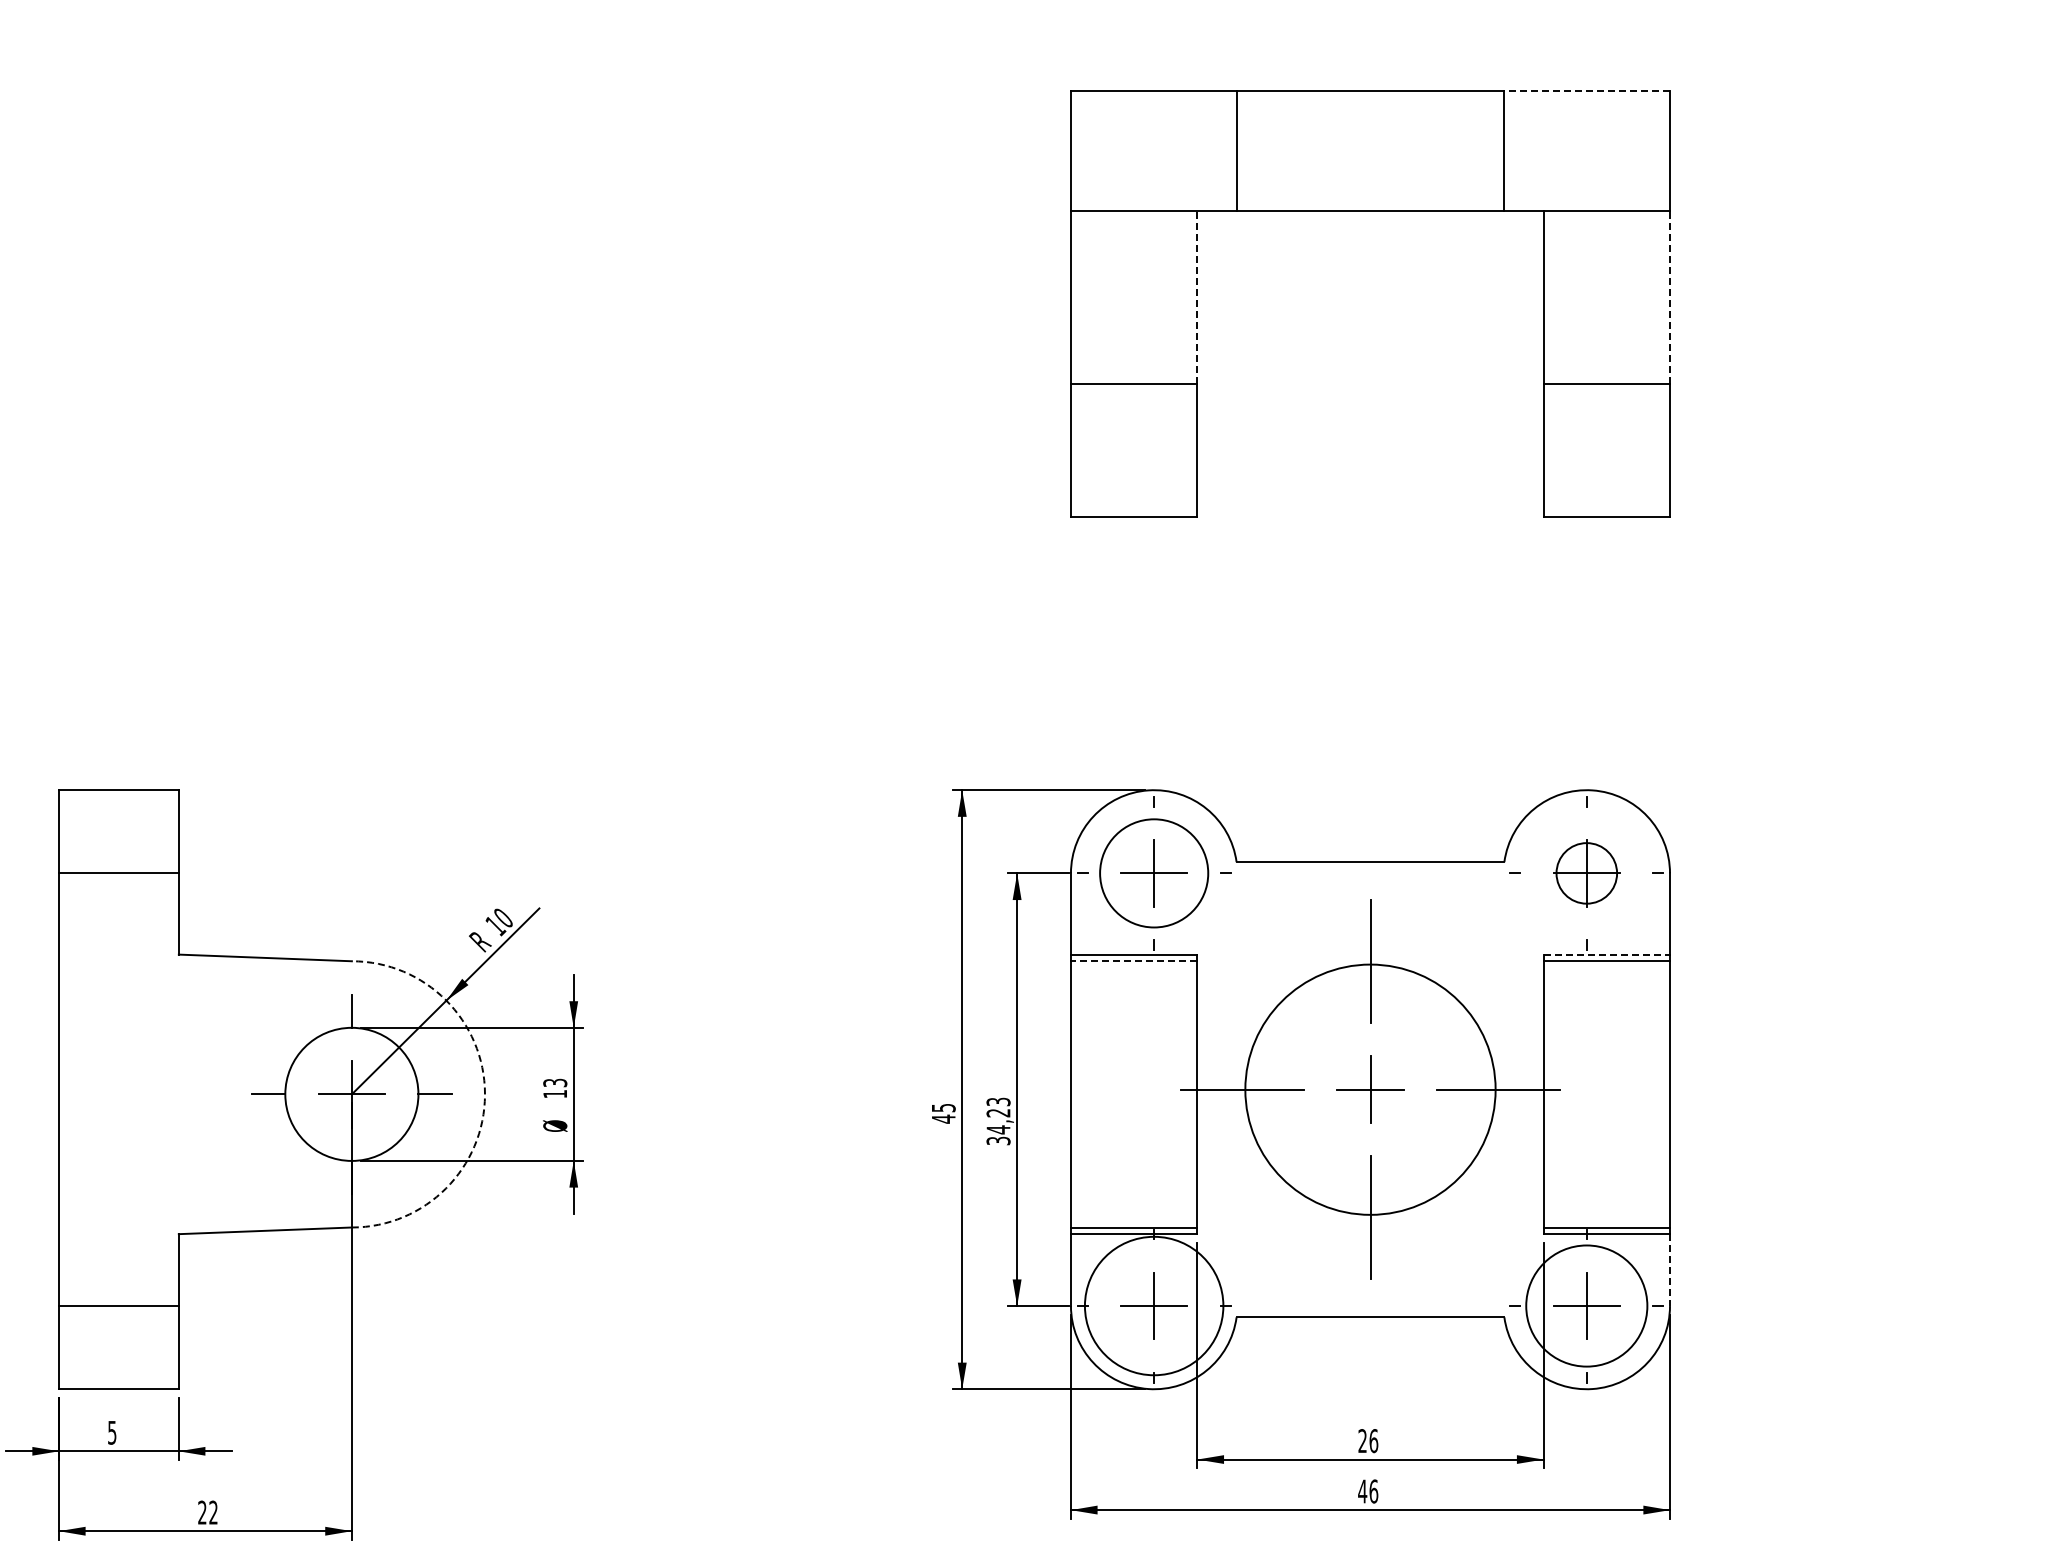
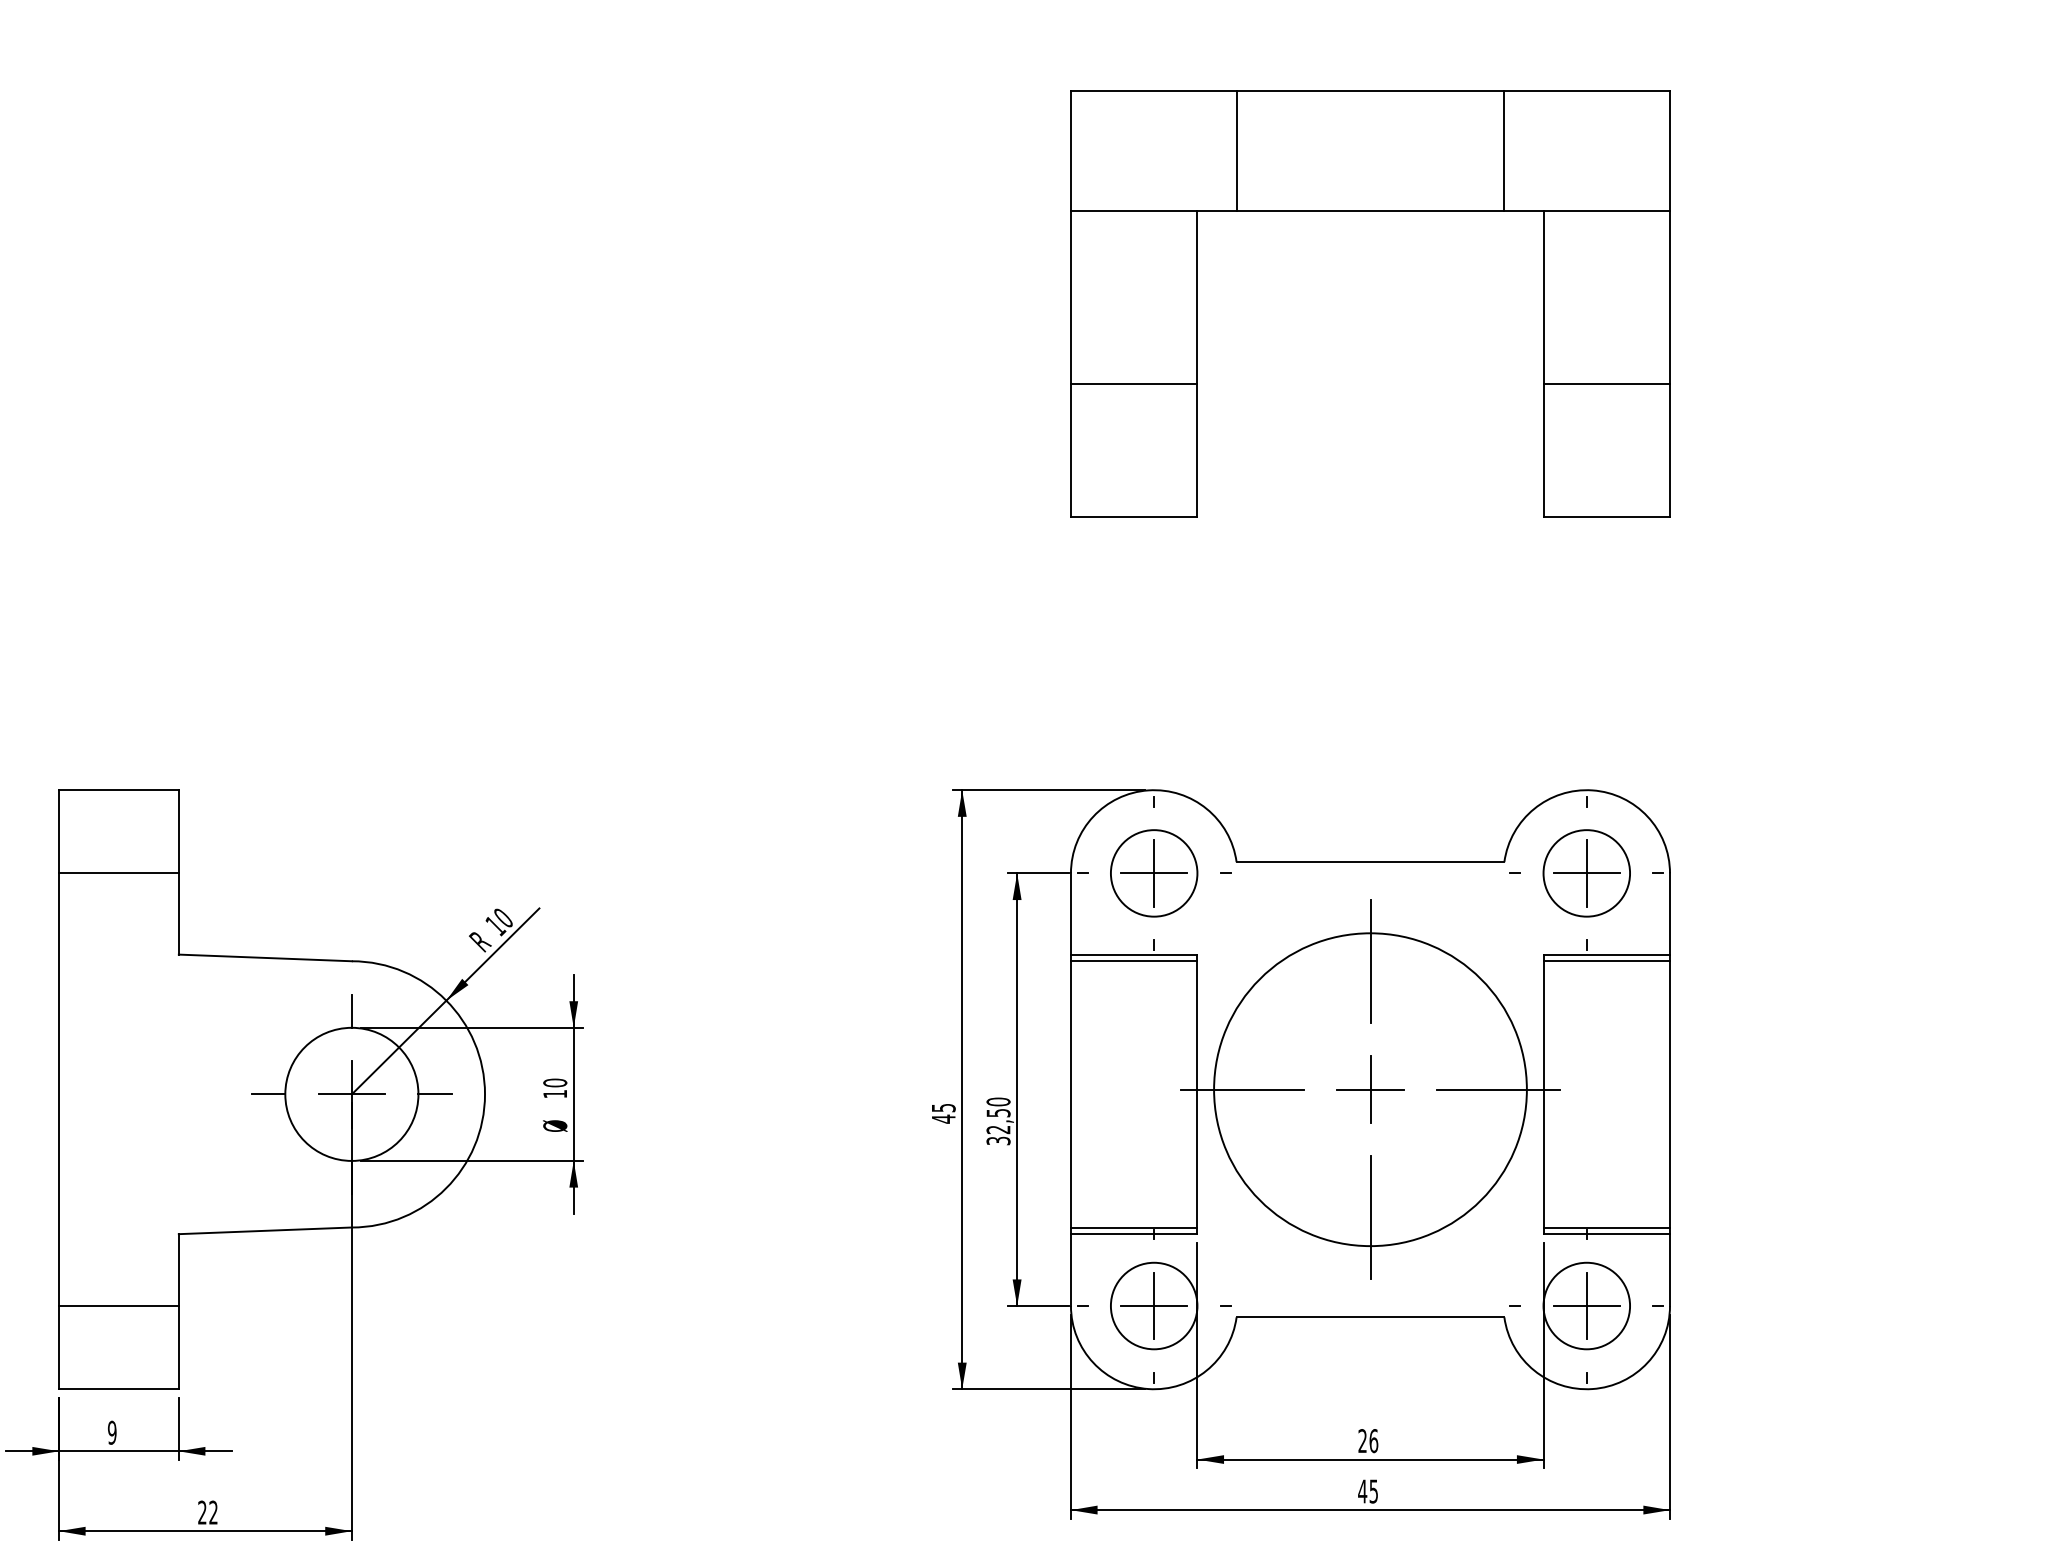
line at (1587, 91): dashed -> solid
line at (1197, 297): dashed -> solid
line at (1670, 297): dashed -> solid
circle at (1154, 873) diameter: 108 px -> 87 px
circle at (1586, 873) diameter: 61 px -> 87 px
line at (1607, 954): dashed -> solid
line at (1133, 961): dashed -> solid
text at (555, 1082): 13 -> 10
circle at (1370, 1089) diameter: 250 px -> 313 px
arc at (485, 1094): dashed -> solid
text at (998, 1115): 34,23 -> 32,50
line at (1670, 1270): dashed -> solid
circle at (1153, 1305) diameter: 138 px -> 87 px
circle at (1586, 1305) diameter: 121 px -> 87 px
text at (111, 1432): 5 -> 9
text at (1373, 1491): 46 -> 45
